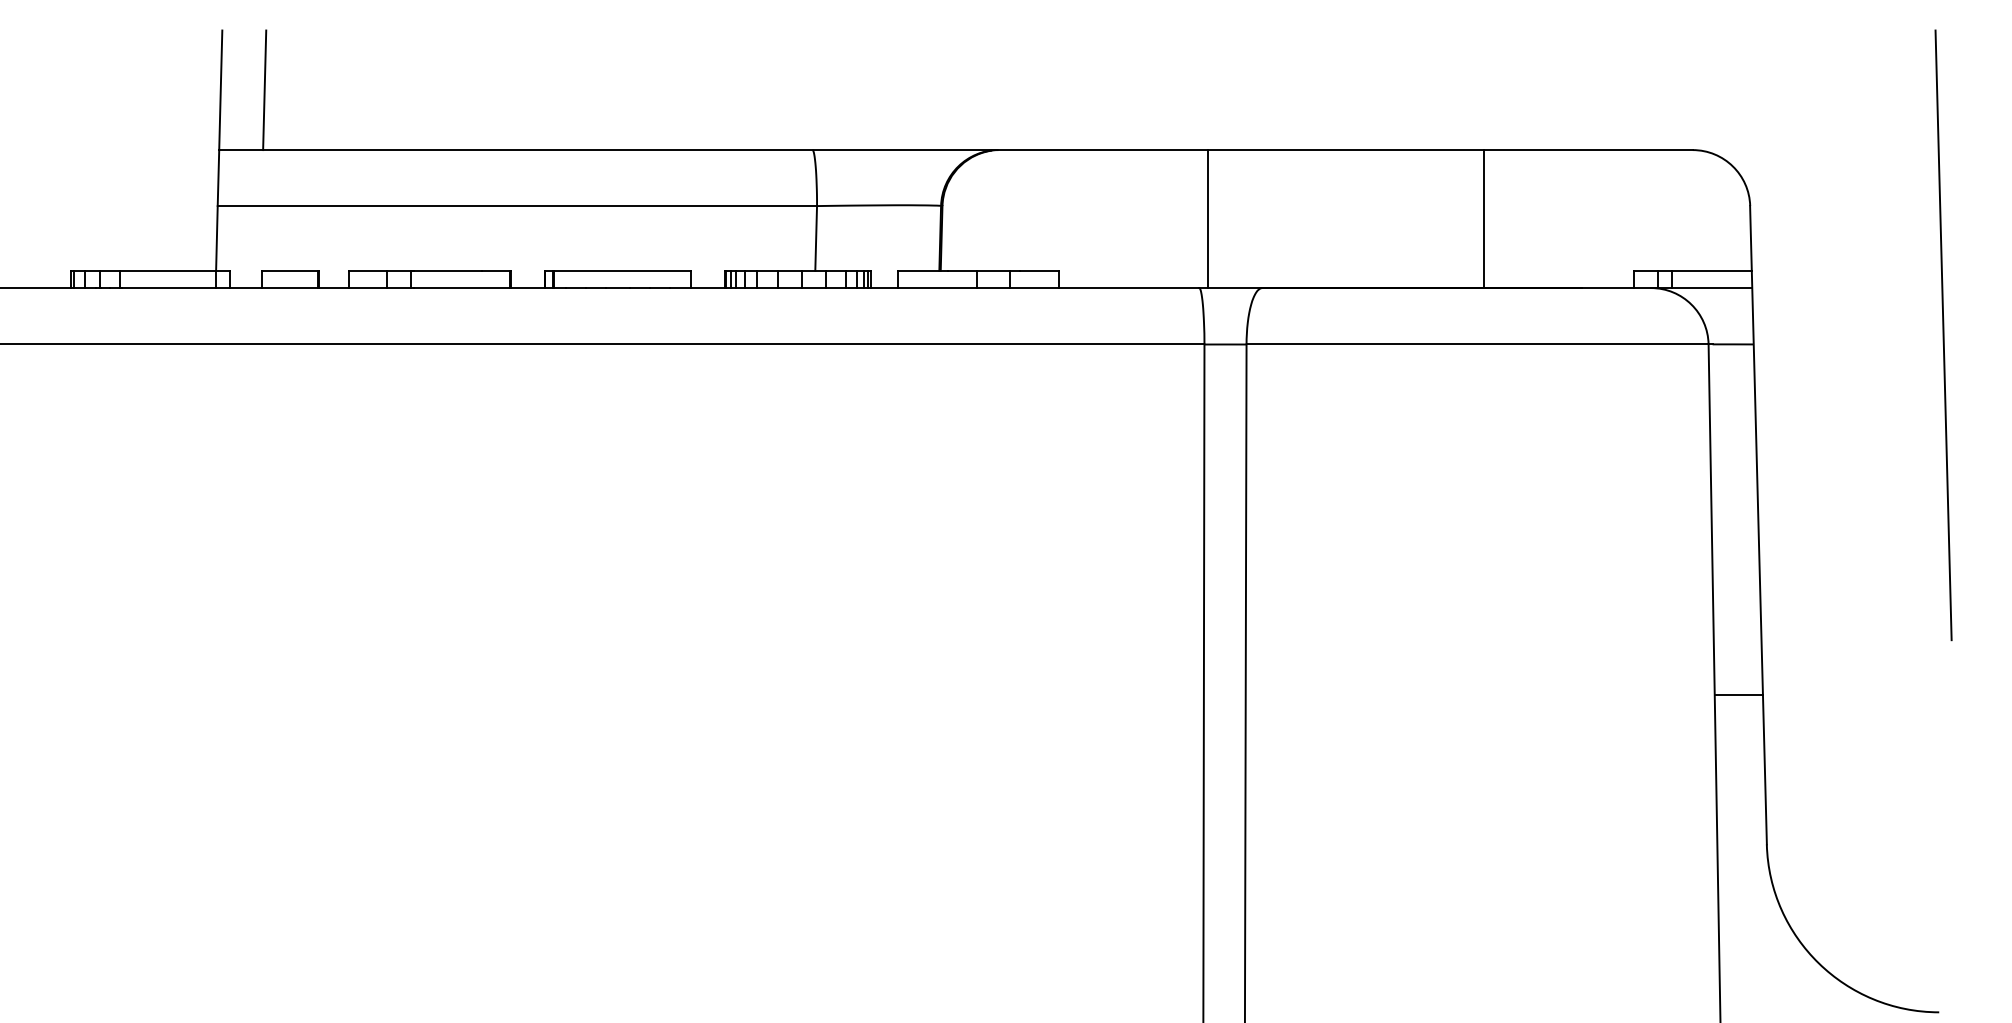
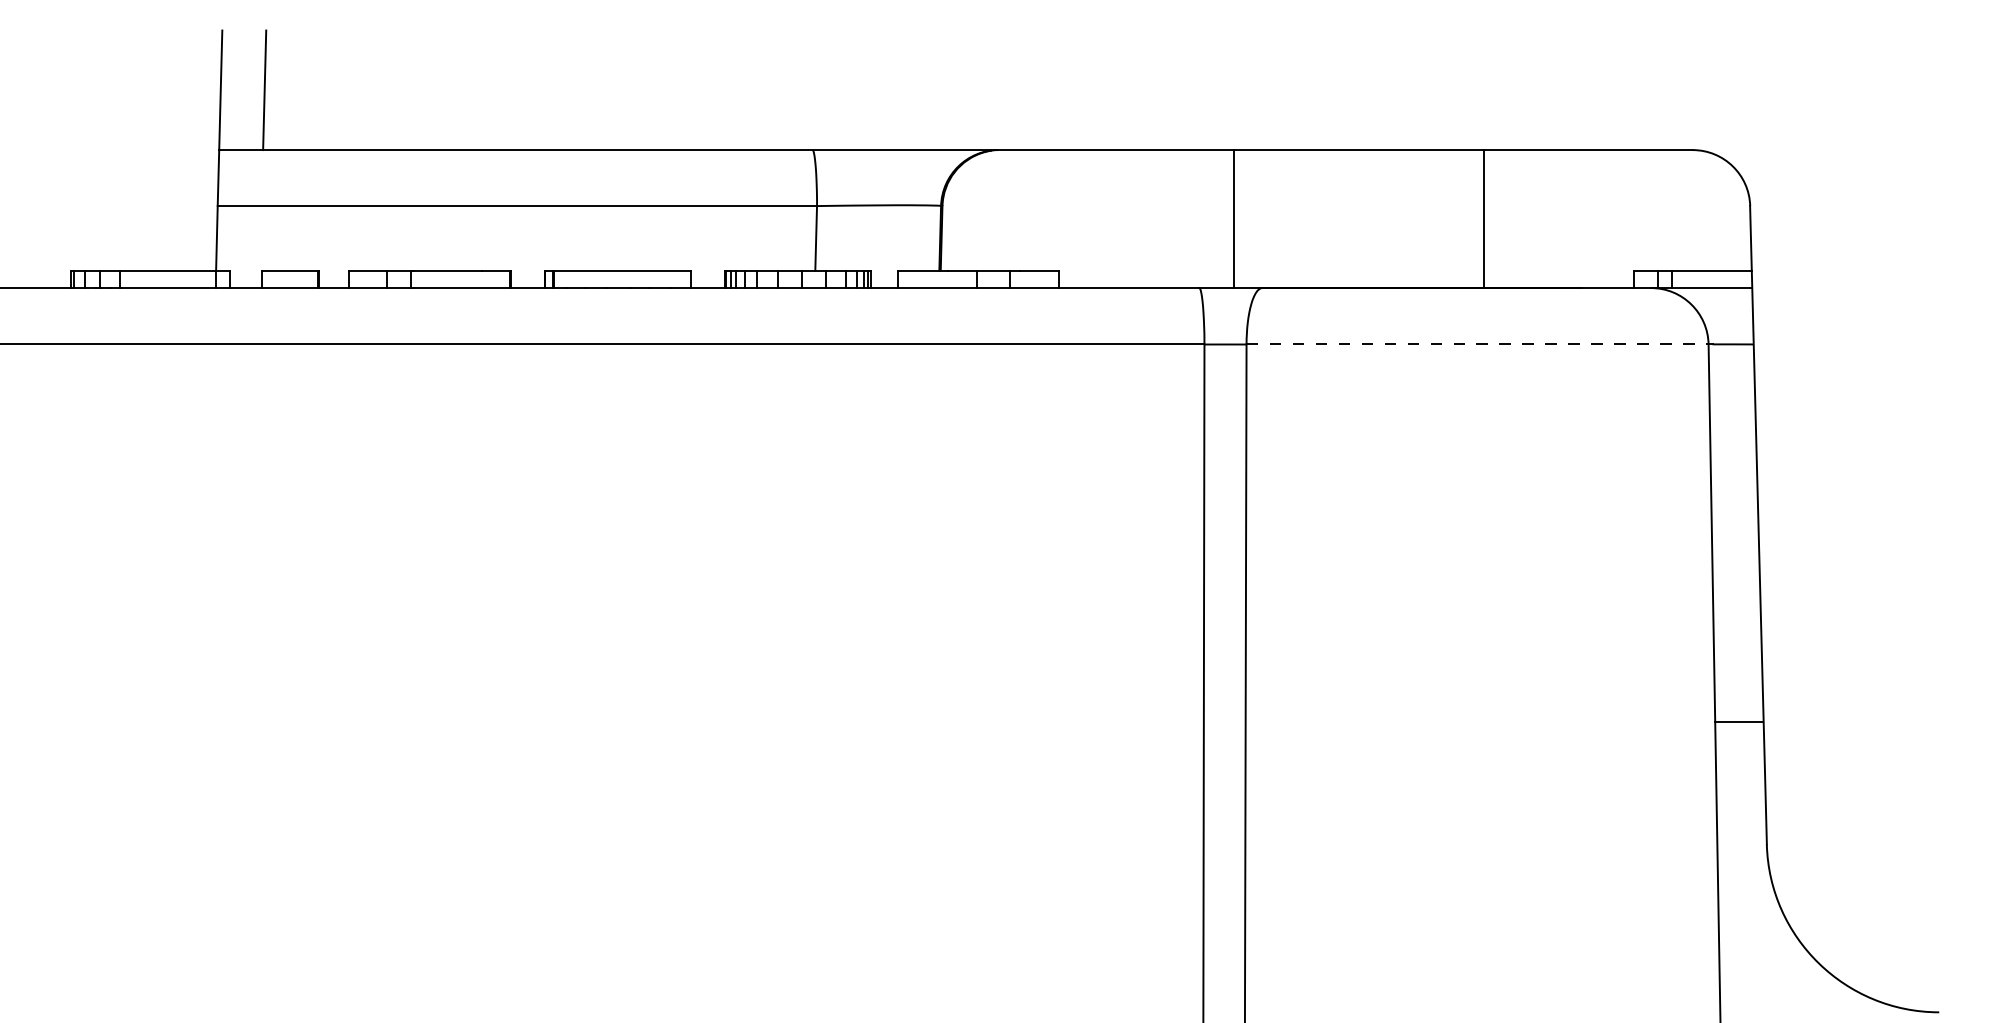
line at (1208, 219) position: (1208, 219) -> (1234, 219)
line at (1943, 335): present -> none
line at (1478, 344): solid -> dashed
line at (1738, 694) position: (1738, 694) -> (1738, 721)
